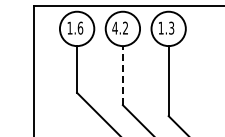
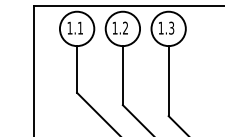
text at (80, 27): 1.6 -> 1.1
text at (114, 27): 4.2 -> 1.2
line at (122, 75): dashed -> solid
